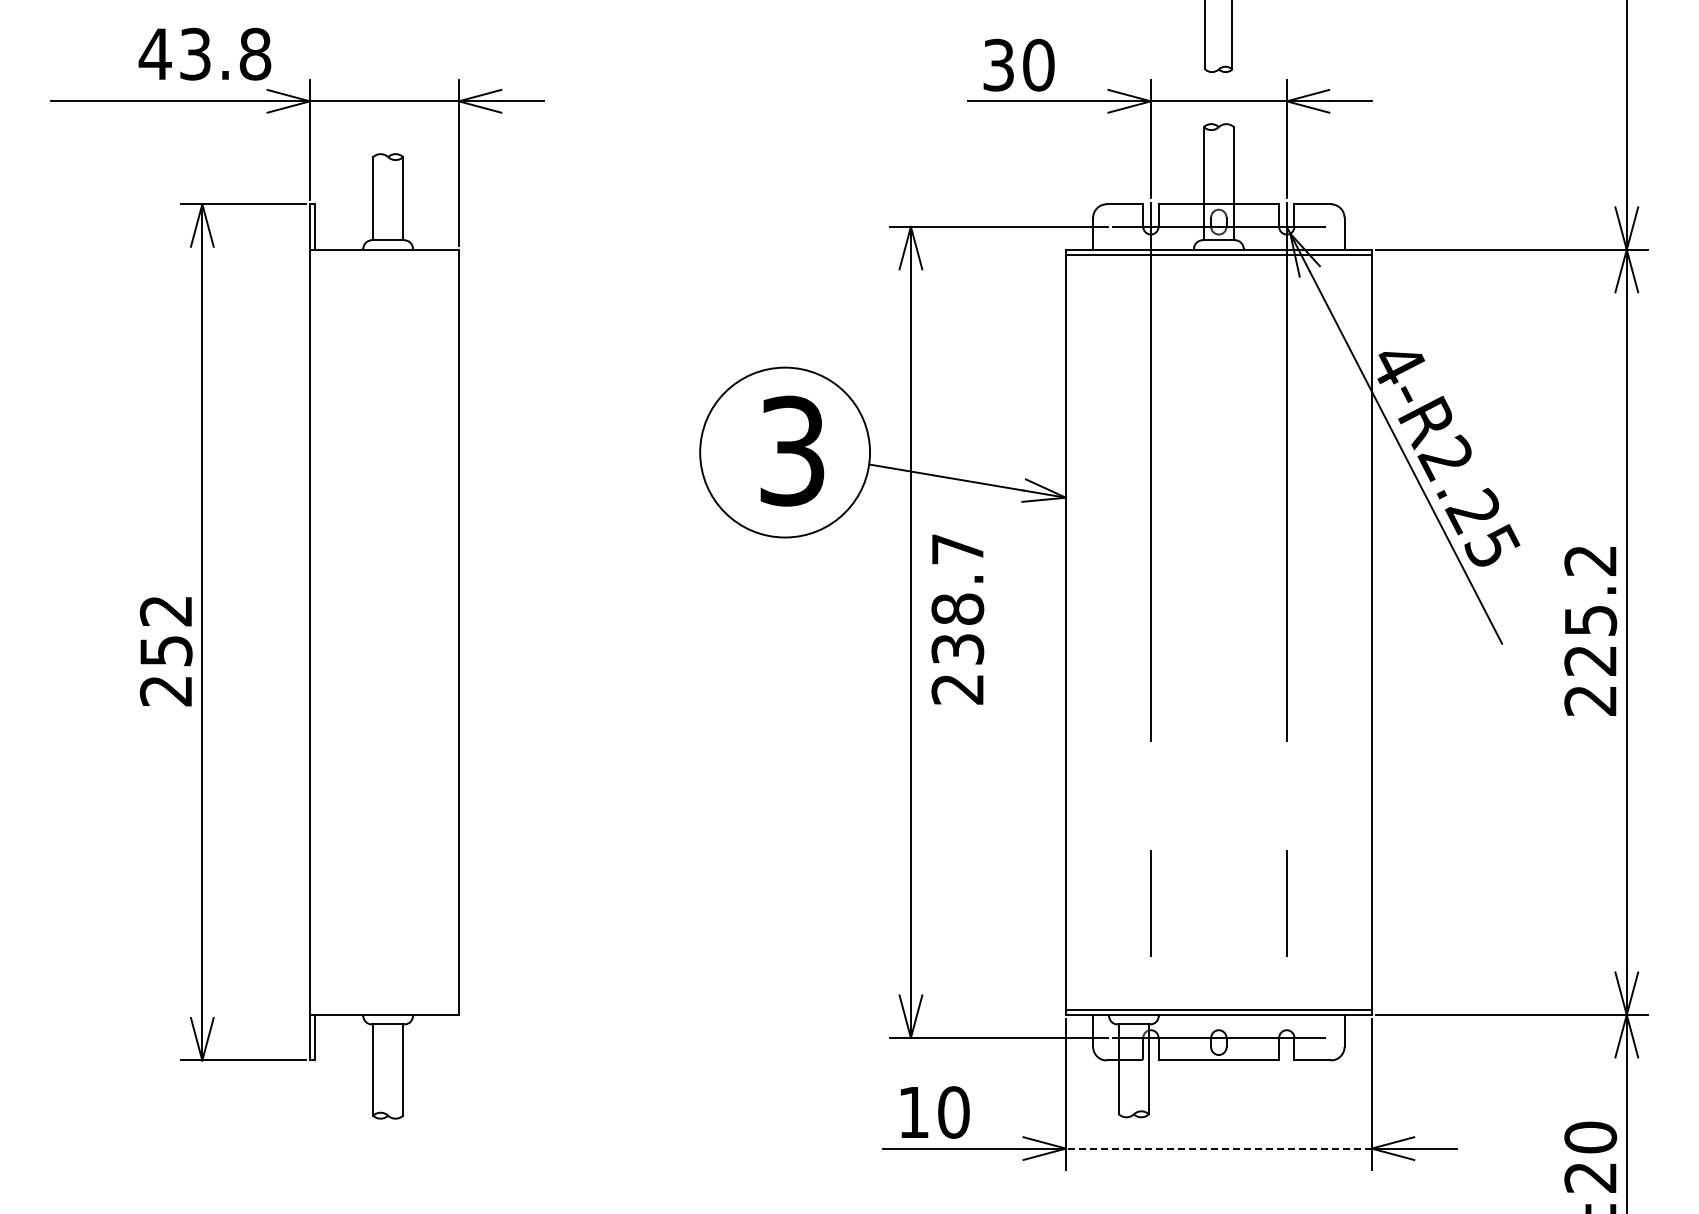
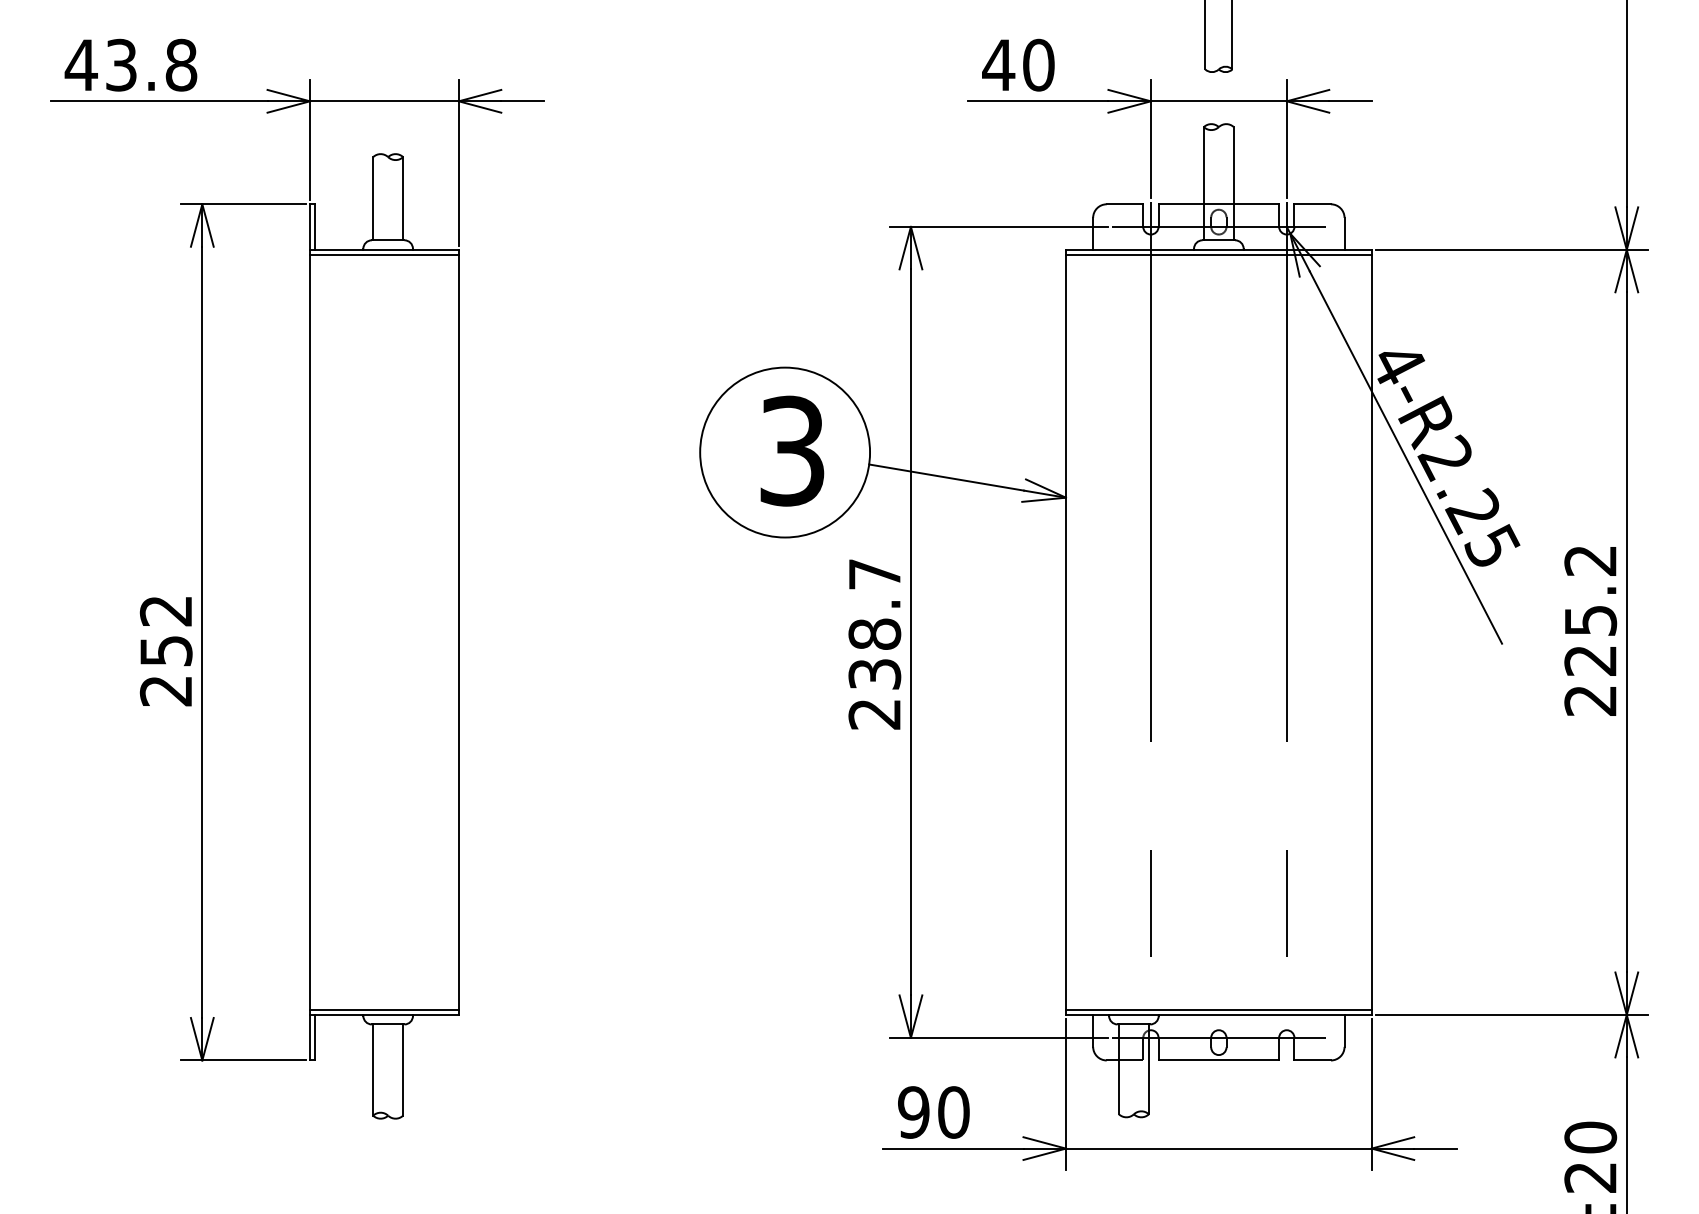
text at (204, 53) position: (204, 53) -> (130, 64)
text at (998, 64): 30 -> 40
line at (384, 255): none -> present
text at (957, 619) position: (957, 619) -> (874, 644)
line at (384, 1009): none -> present
text at (913, 1112): 10 -> 90
line at (1218, 1148): dashed -> solid
